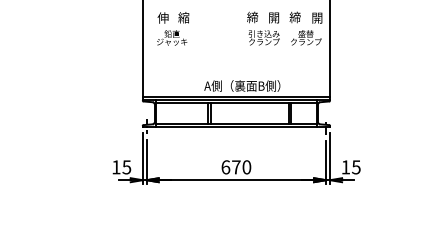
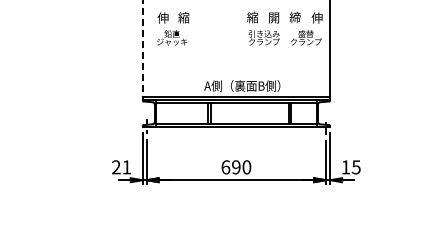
text at (254, 17): 締 -> 縮
text at (316, 17): 開 -> 伸
line at (142, 50): solid -> dashed
text at (121, 167): 15 -> 21
text at (236, 167): 670 -> 690
